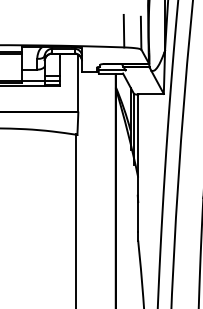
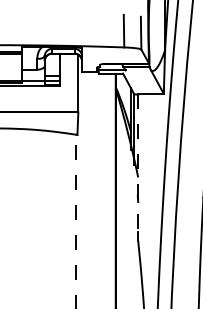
line at (138, 162): solid -> dashed
line at (75, 221): solid -> dashed
